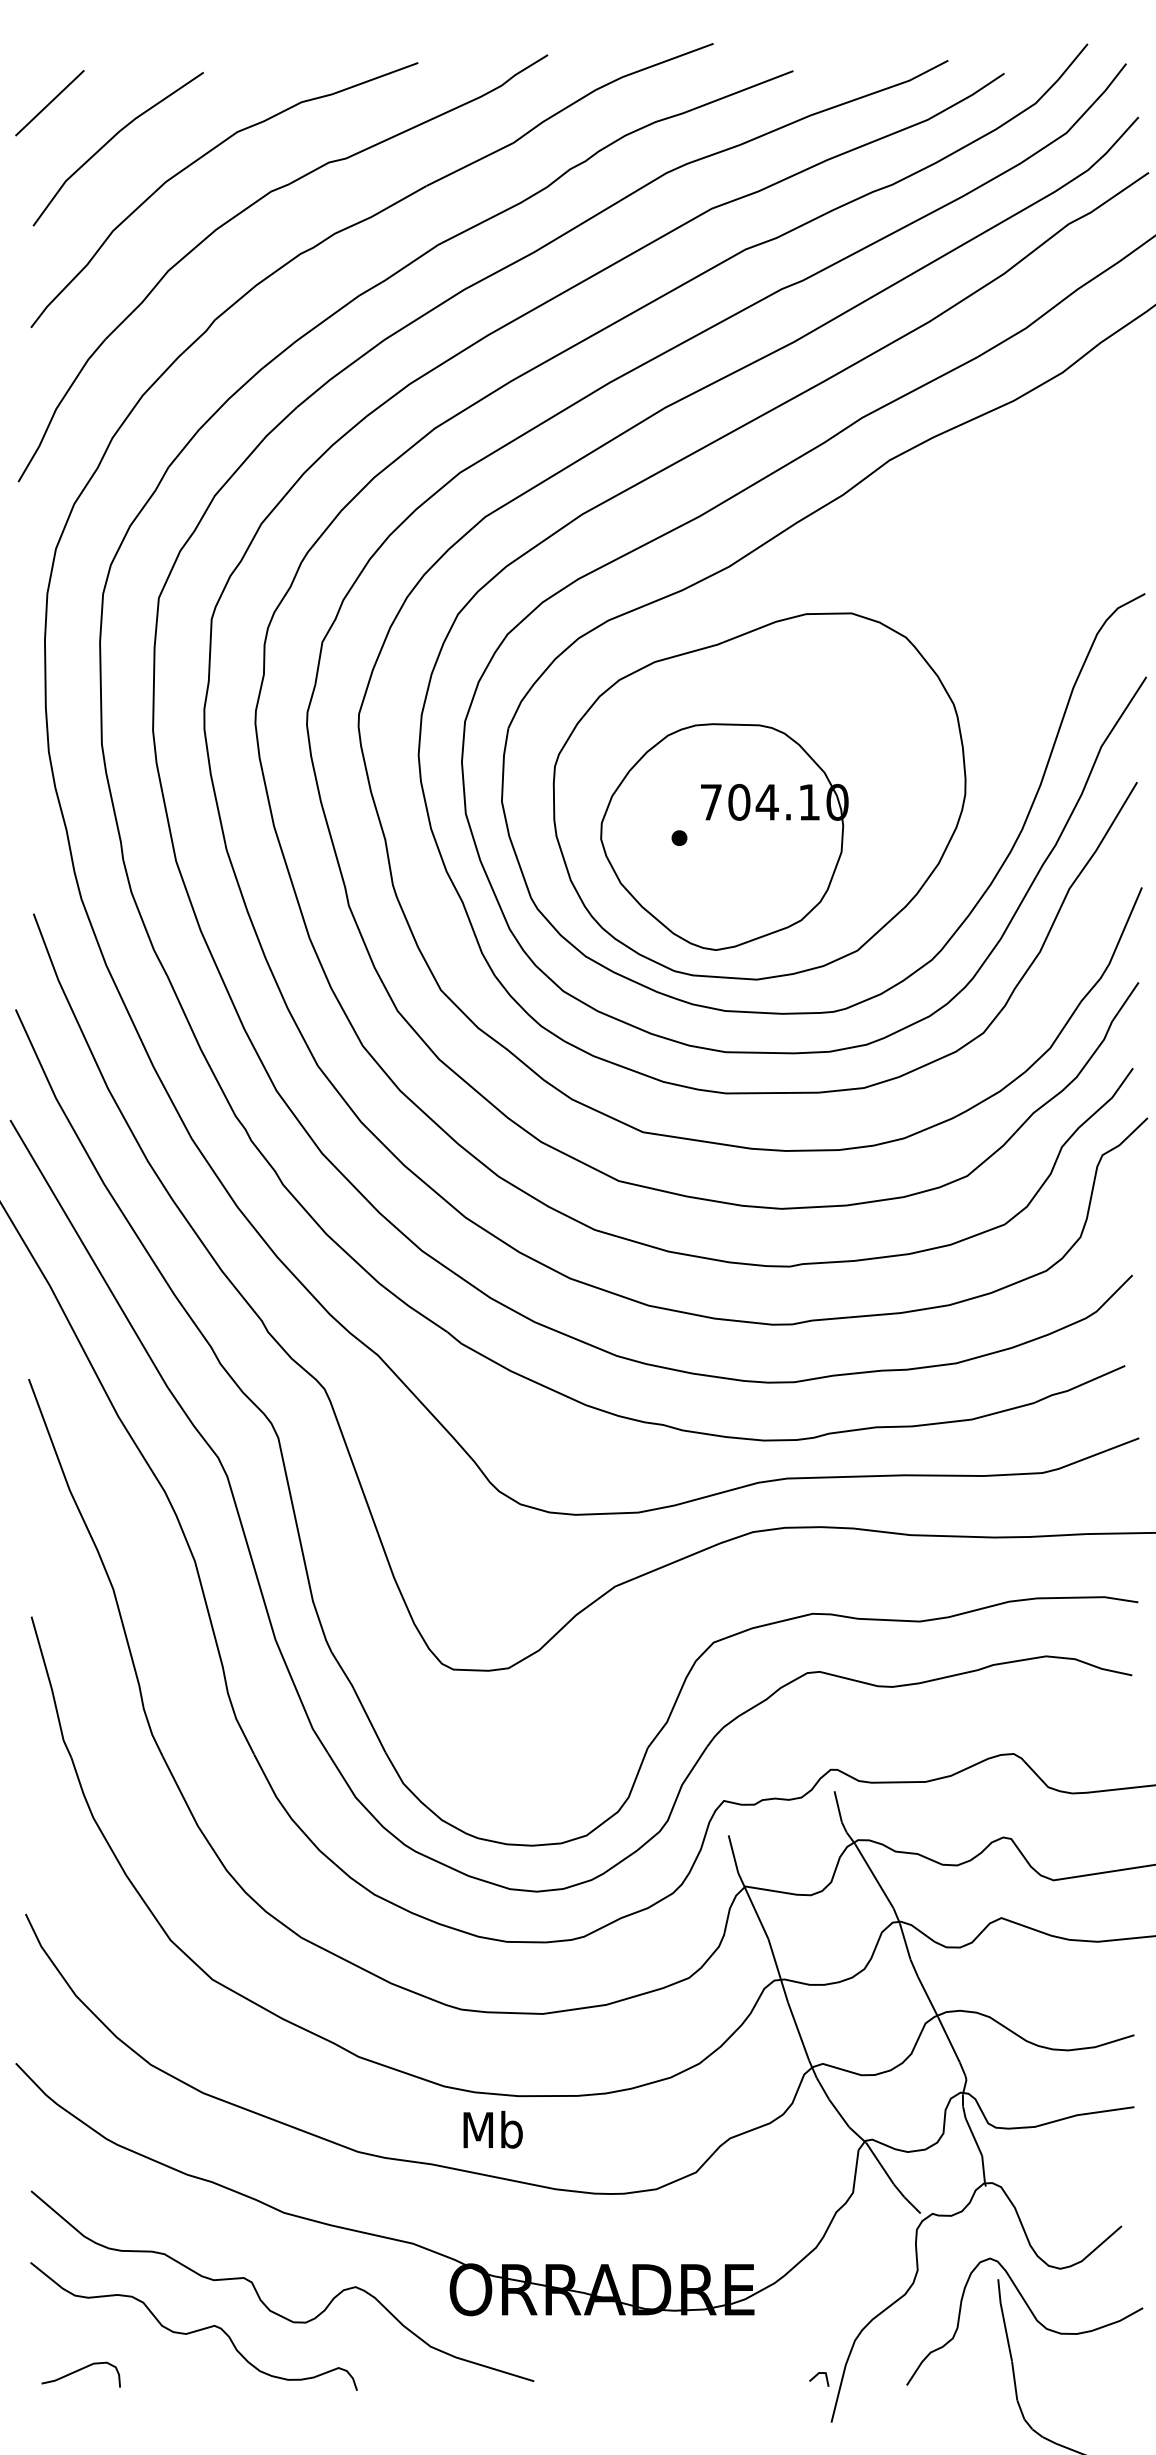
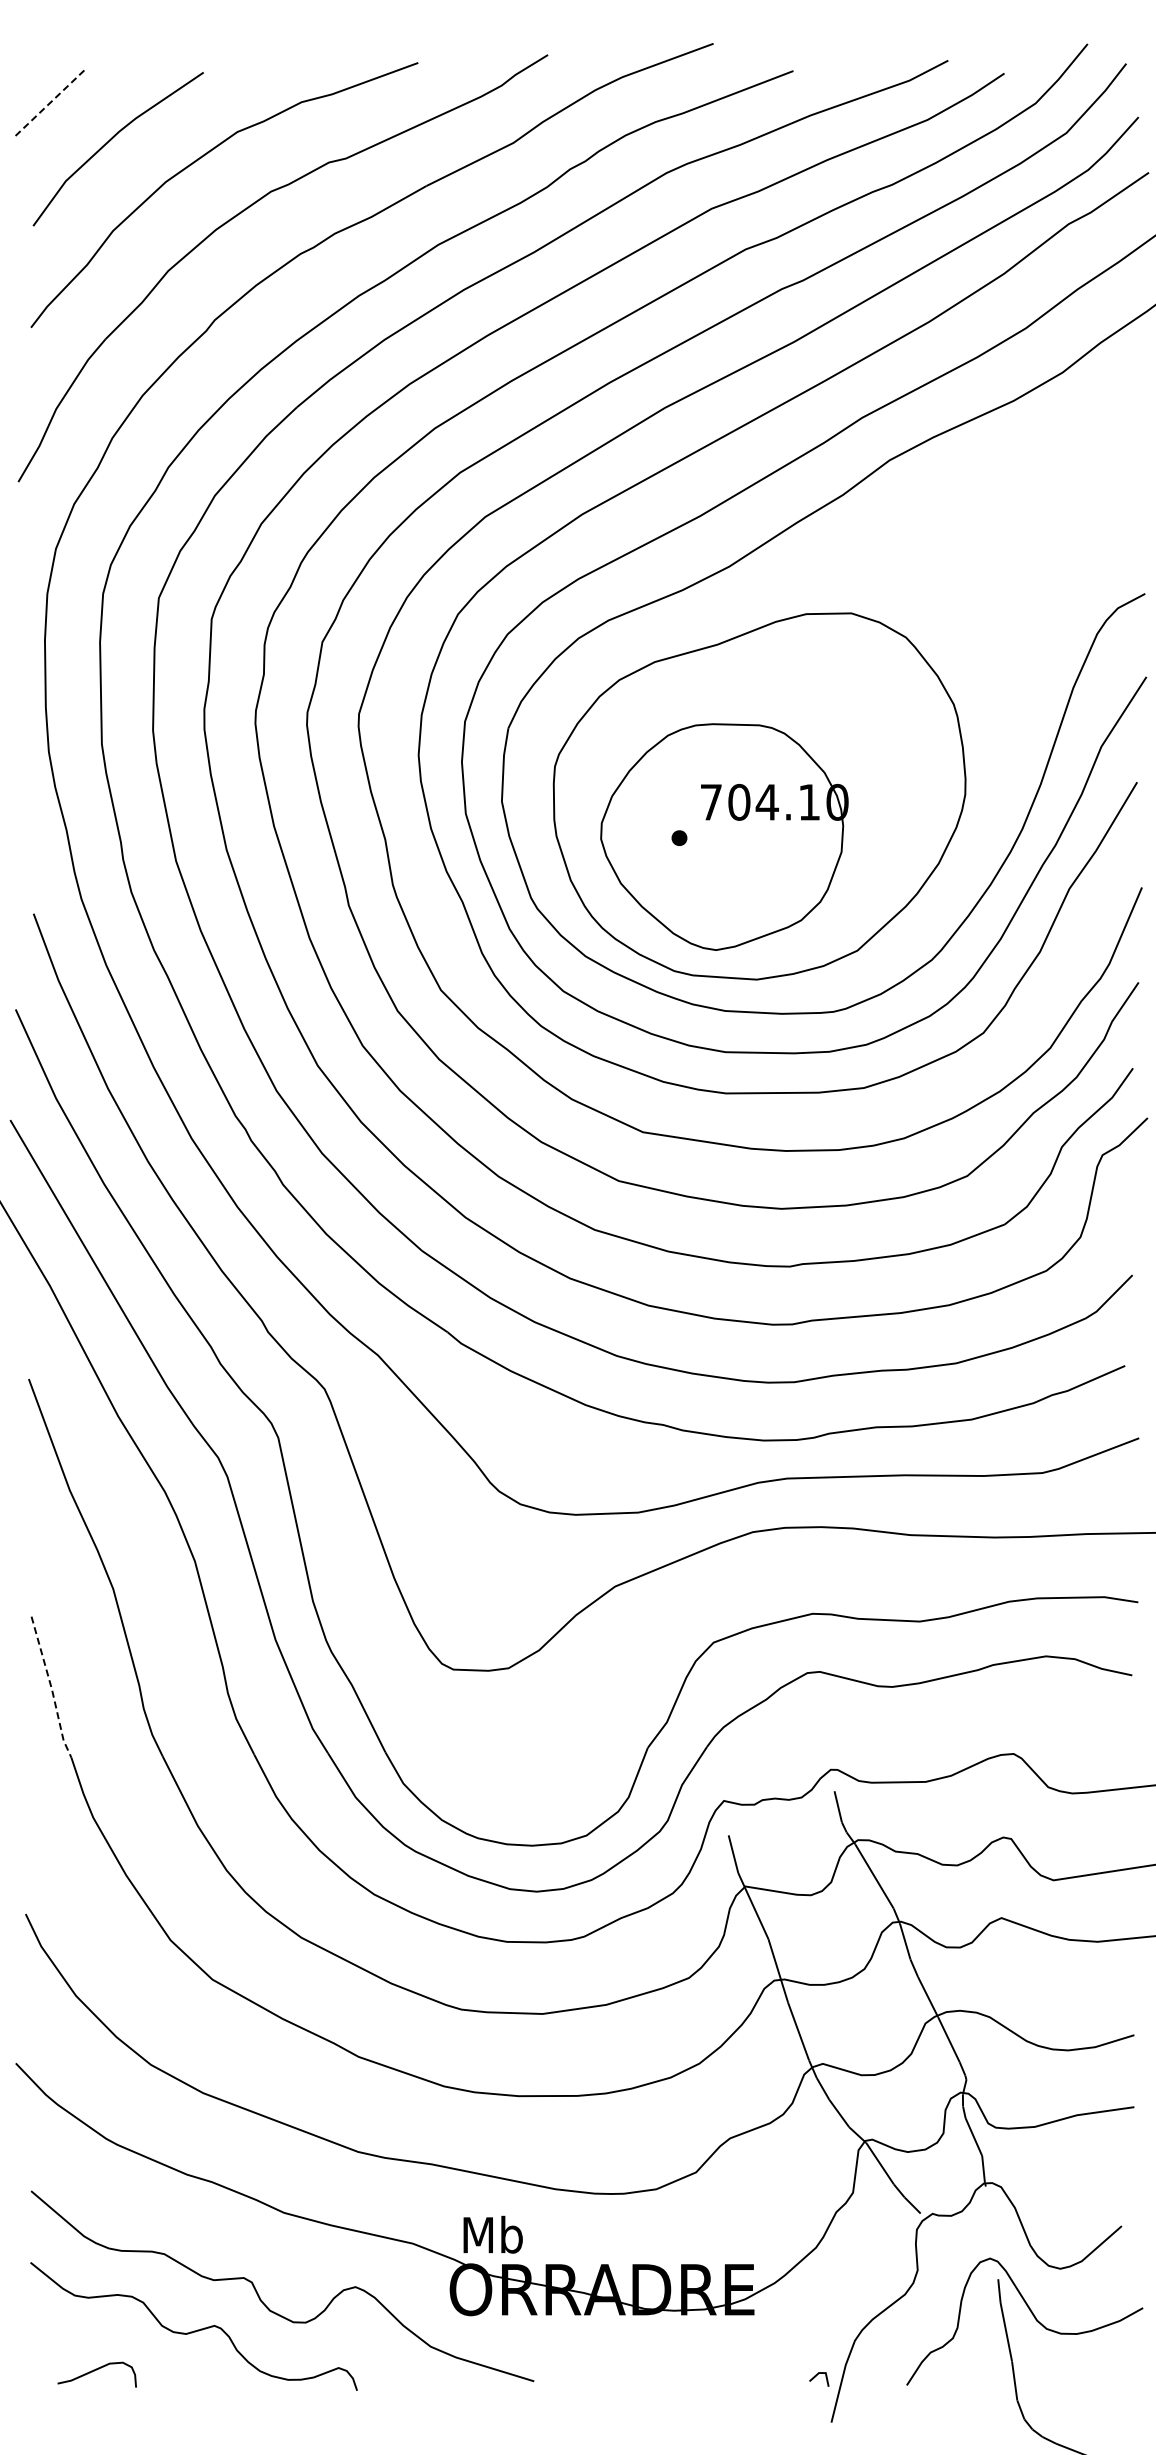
line at (49, 103): solid -> dashed
line at (51, 1688): solid -> dashed
text at (492, 2129) position: (492, 2129) -> (492, 2234)
curve at (78, 2371) position: (78, 2371) -> (94, 2371)
